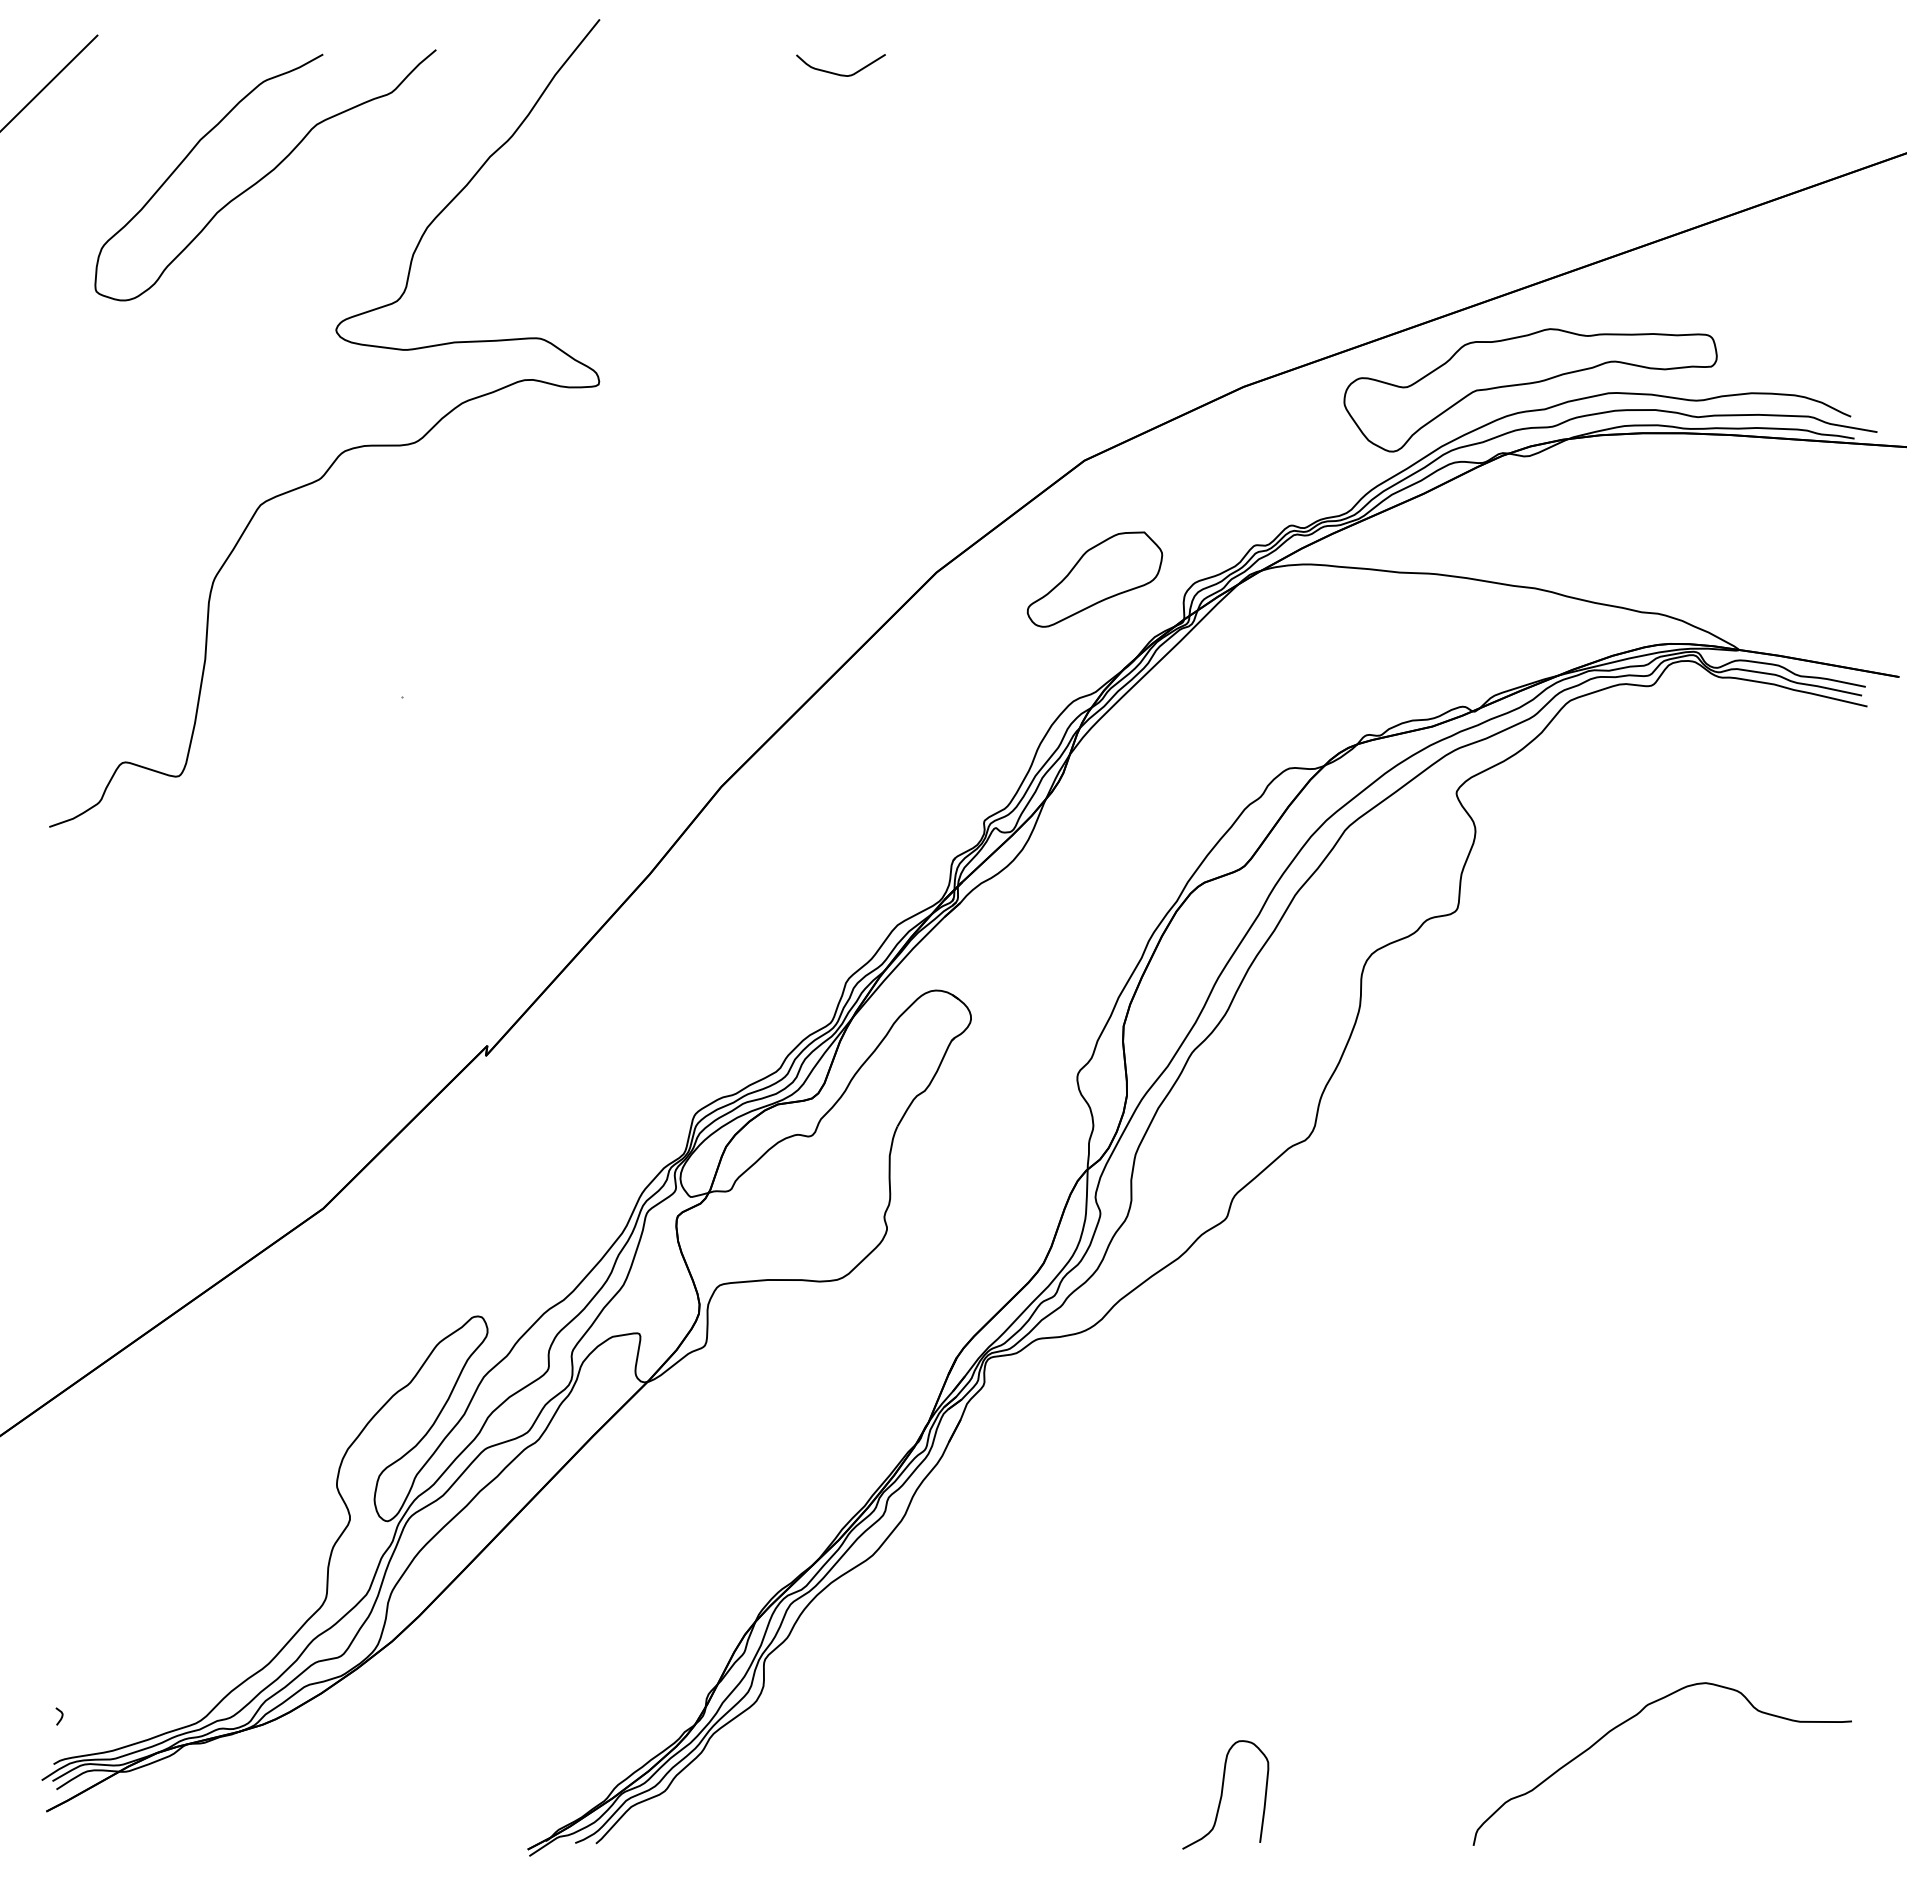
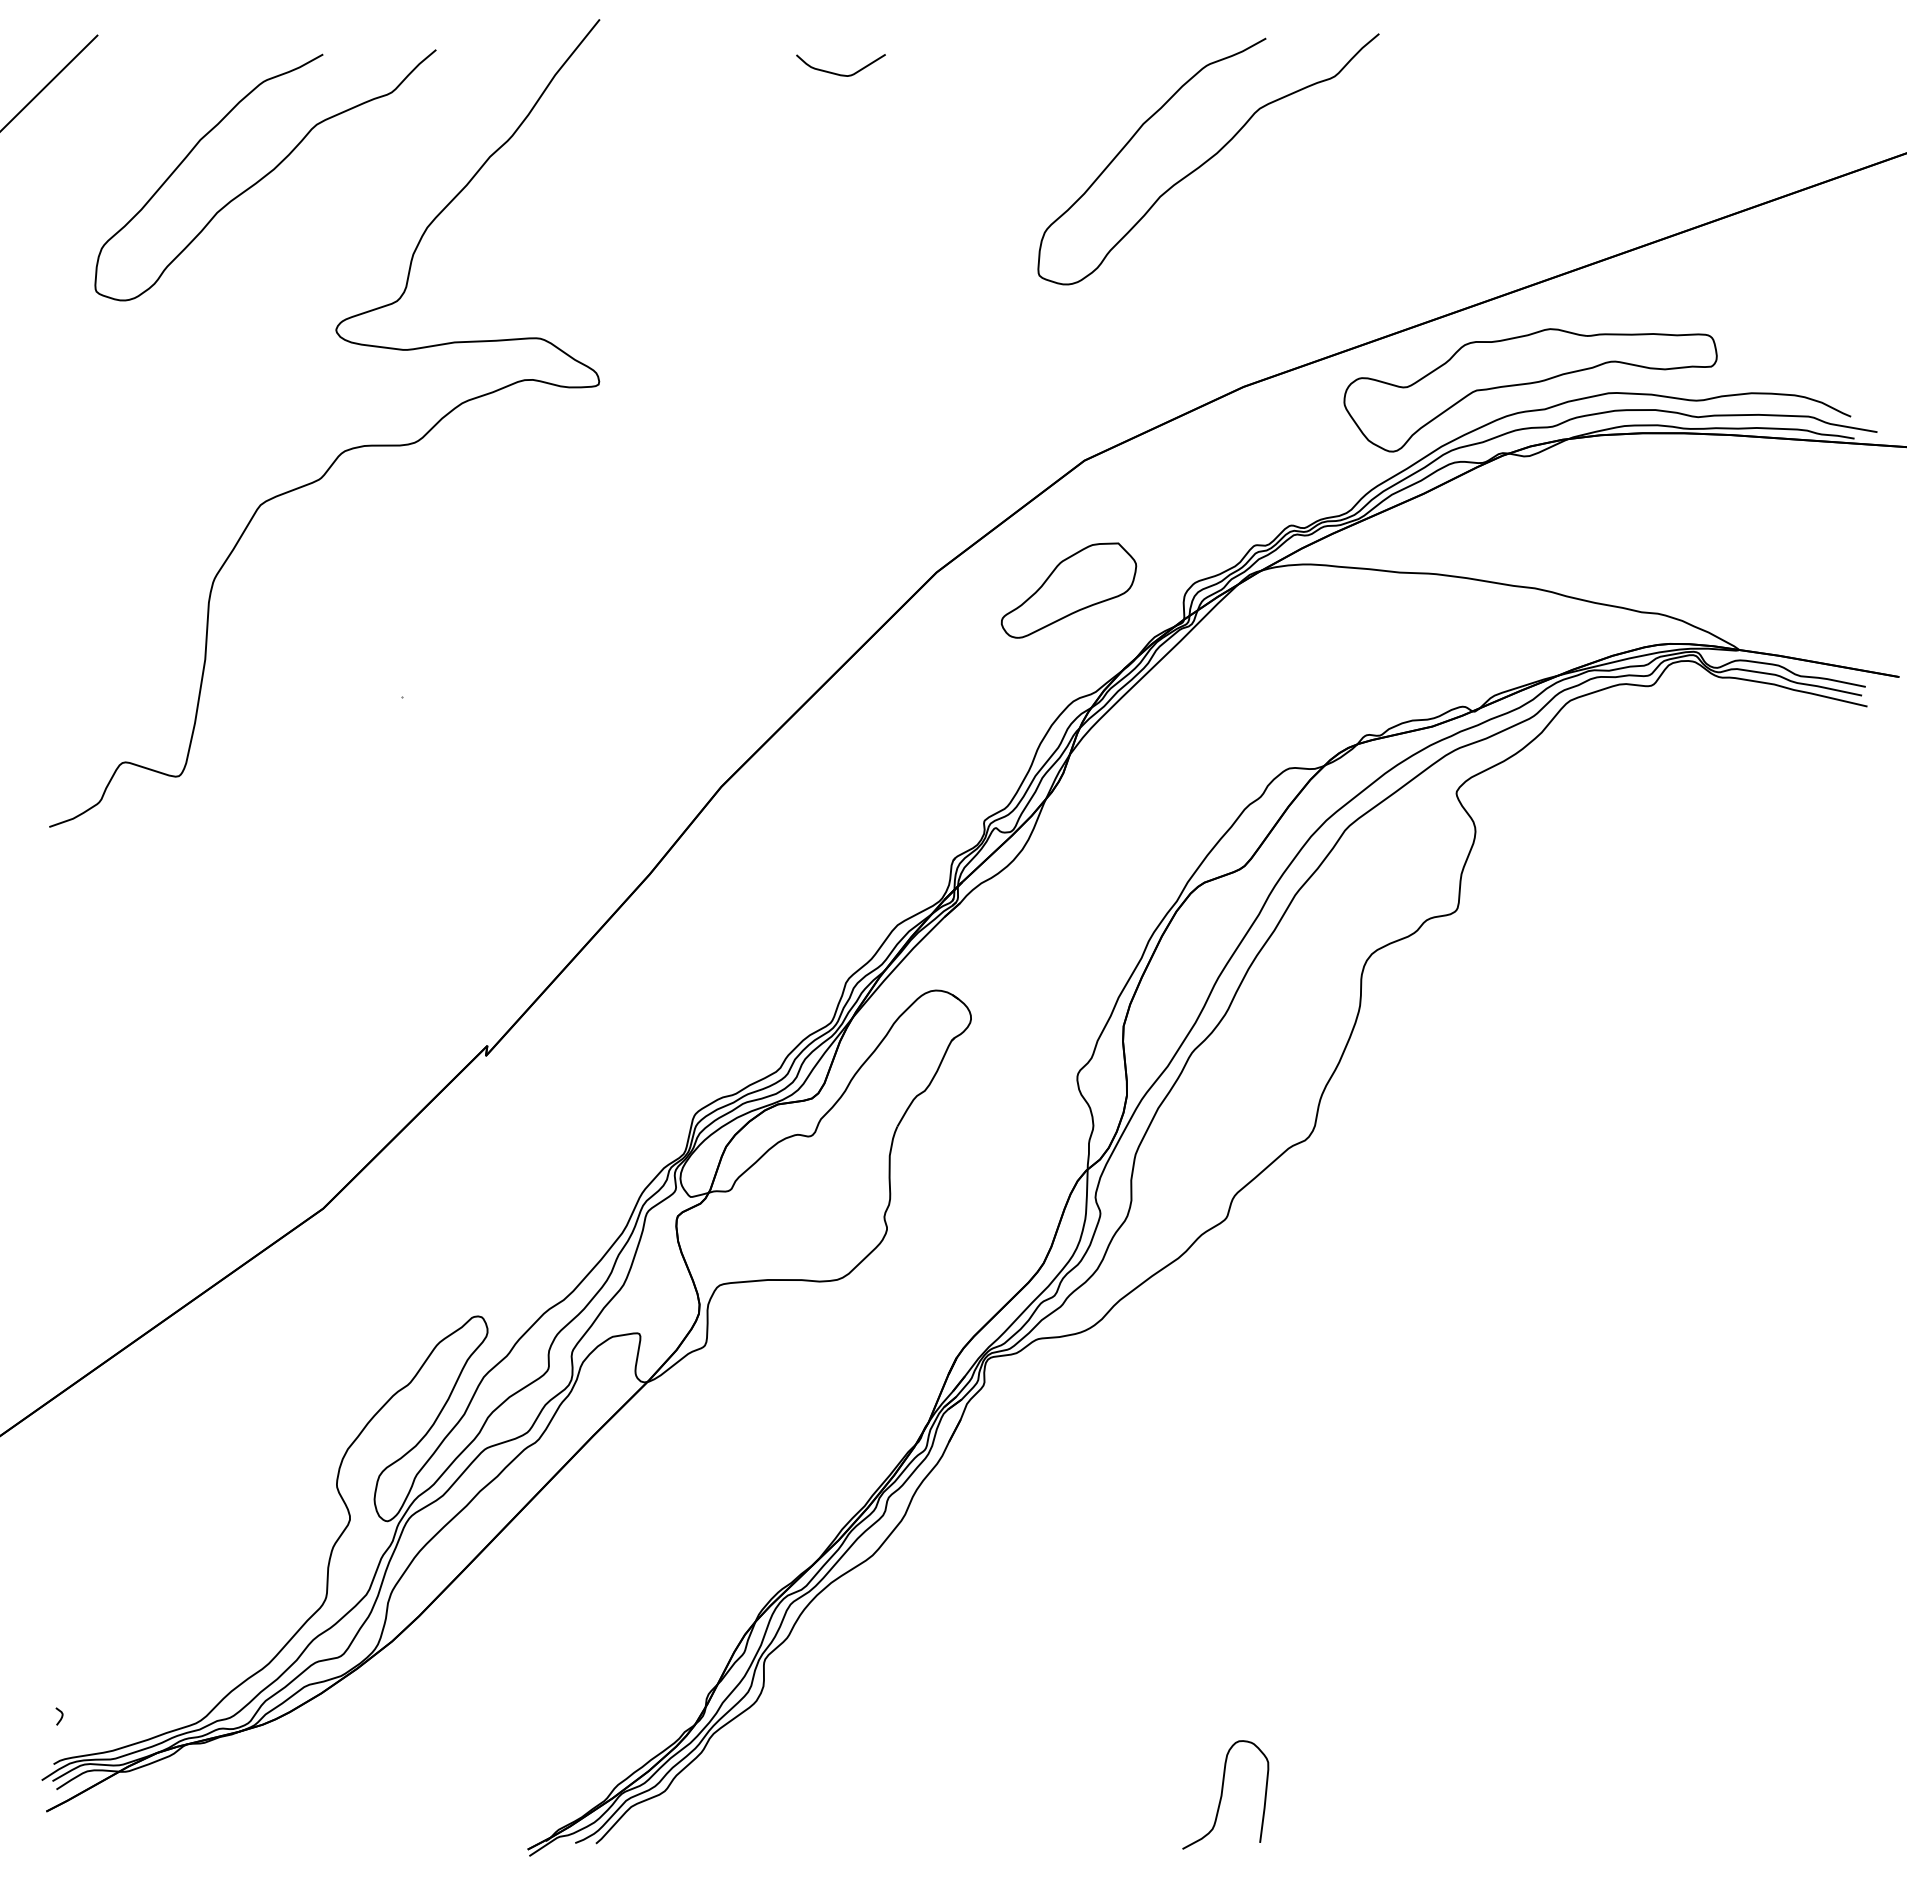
curve at (1208, 159): none -> present
part at (1094, 579) position: (1094, 579) -> (1068, 590)
curve at (1634, 1717): present -> none
